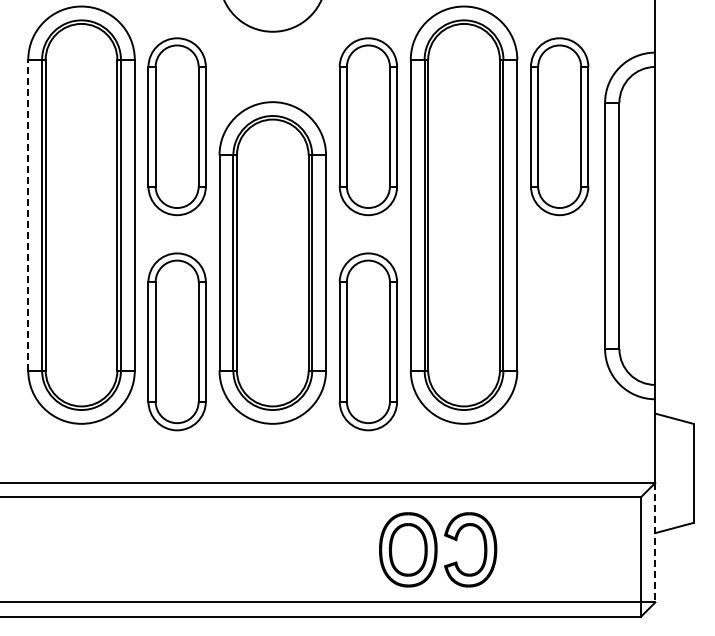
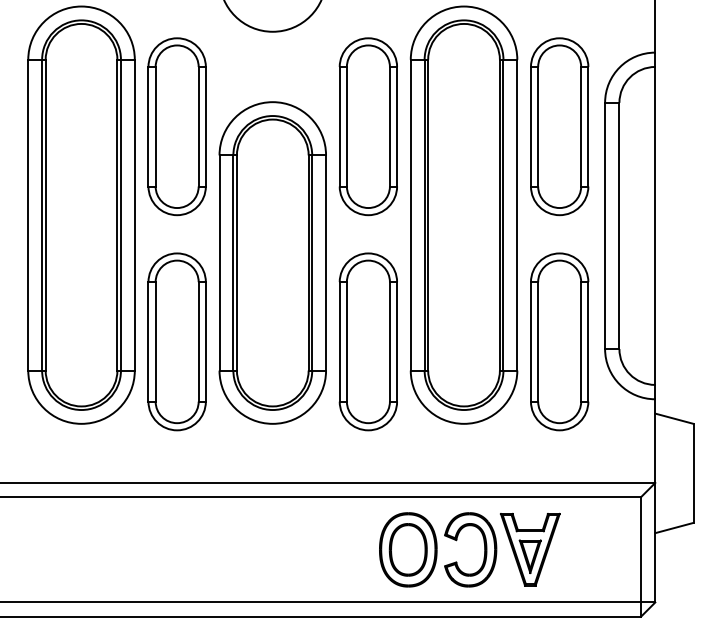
line at (28, 214): dashed -> solid
part at (559, 341): none -> present
line at (655, 542): dashed -> solid
part at (530, 549): none -> present
